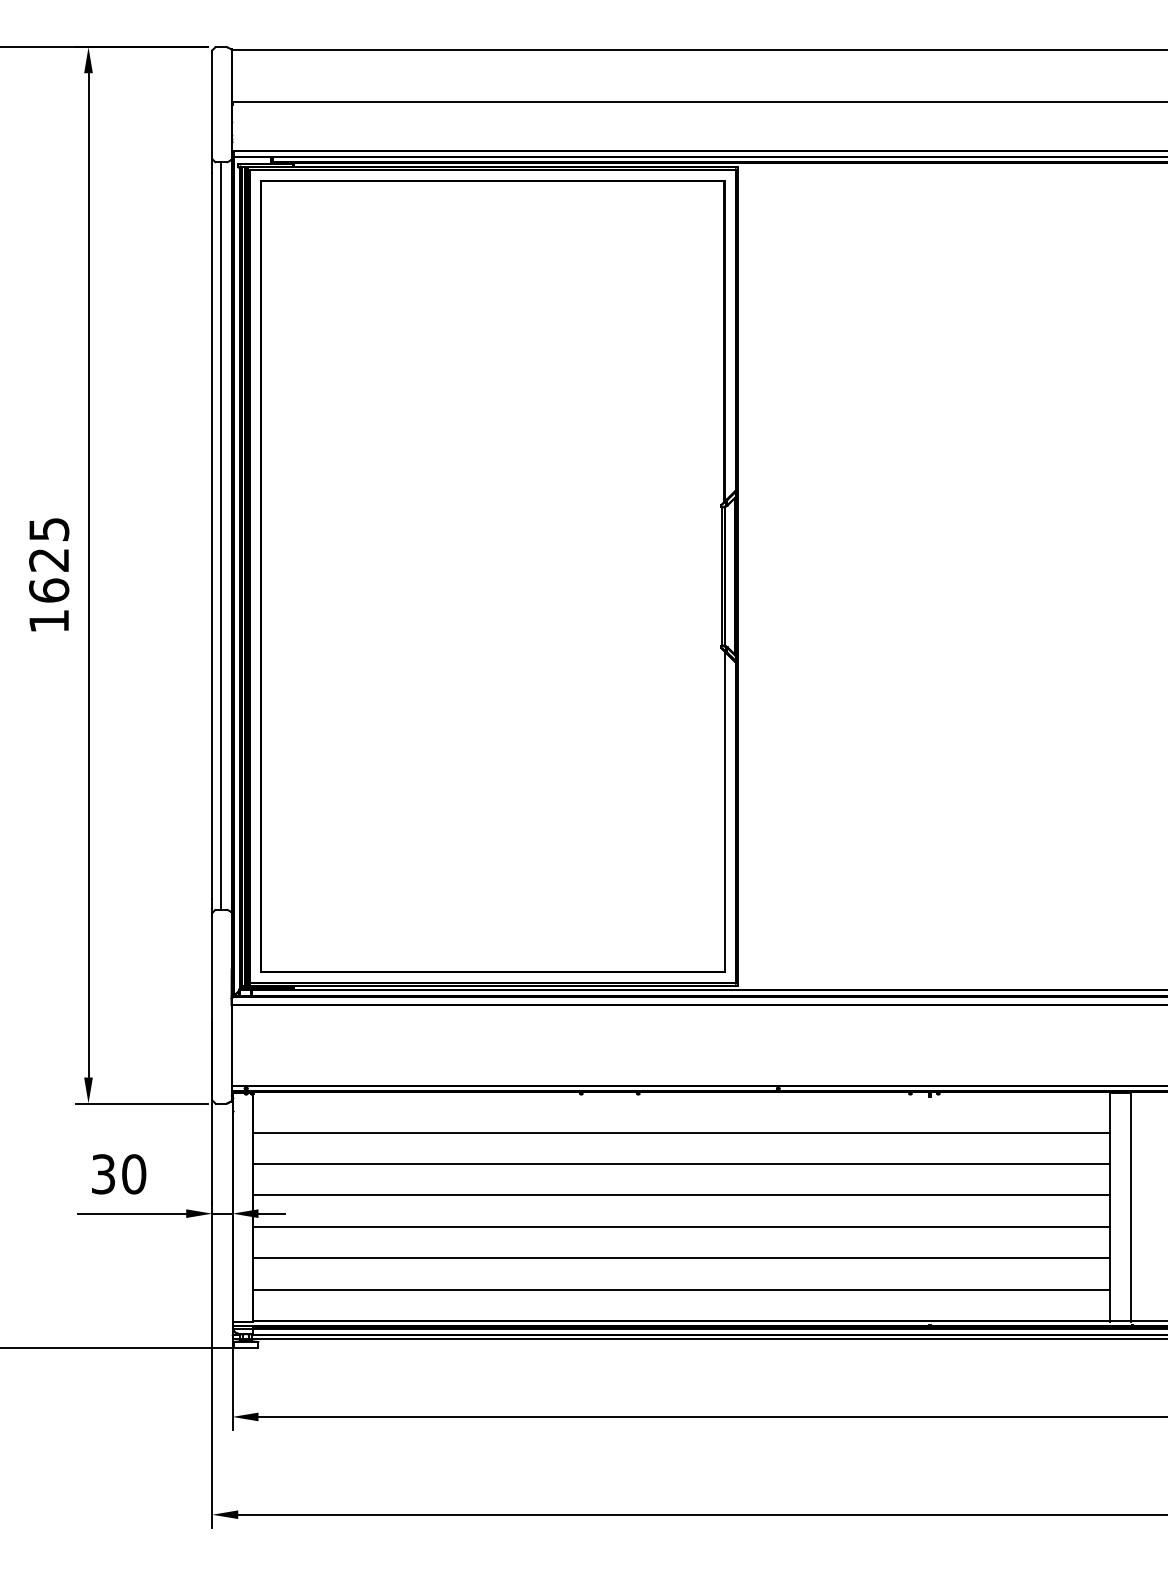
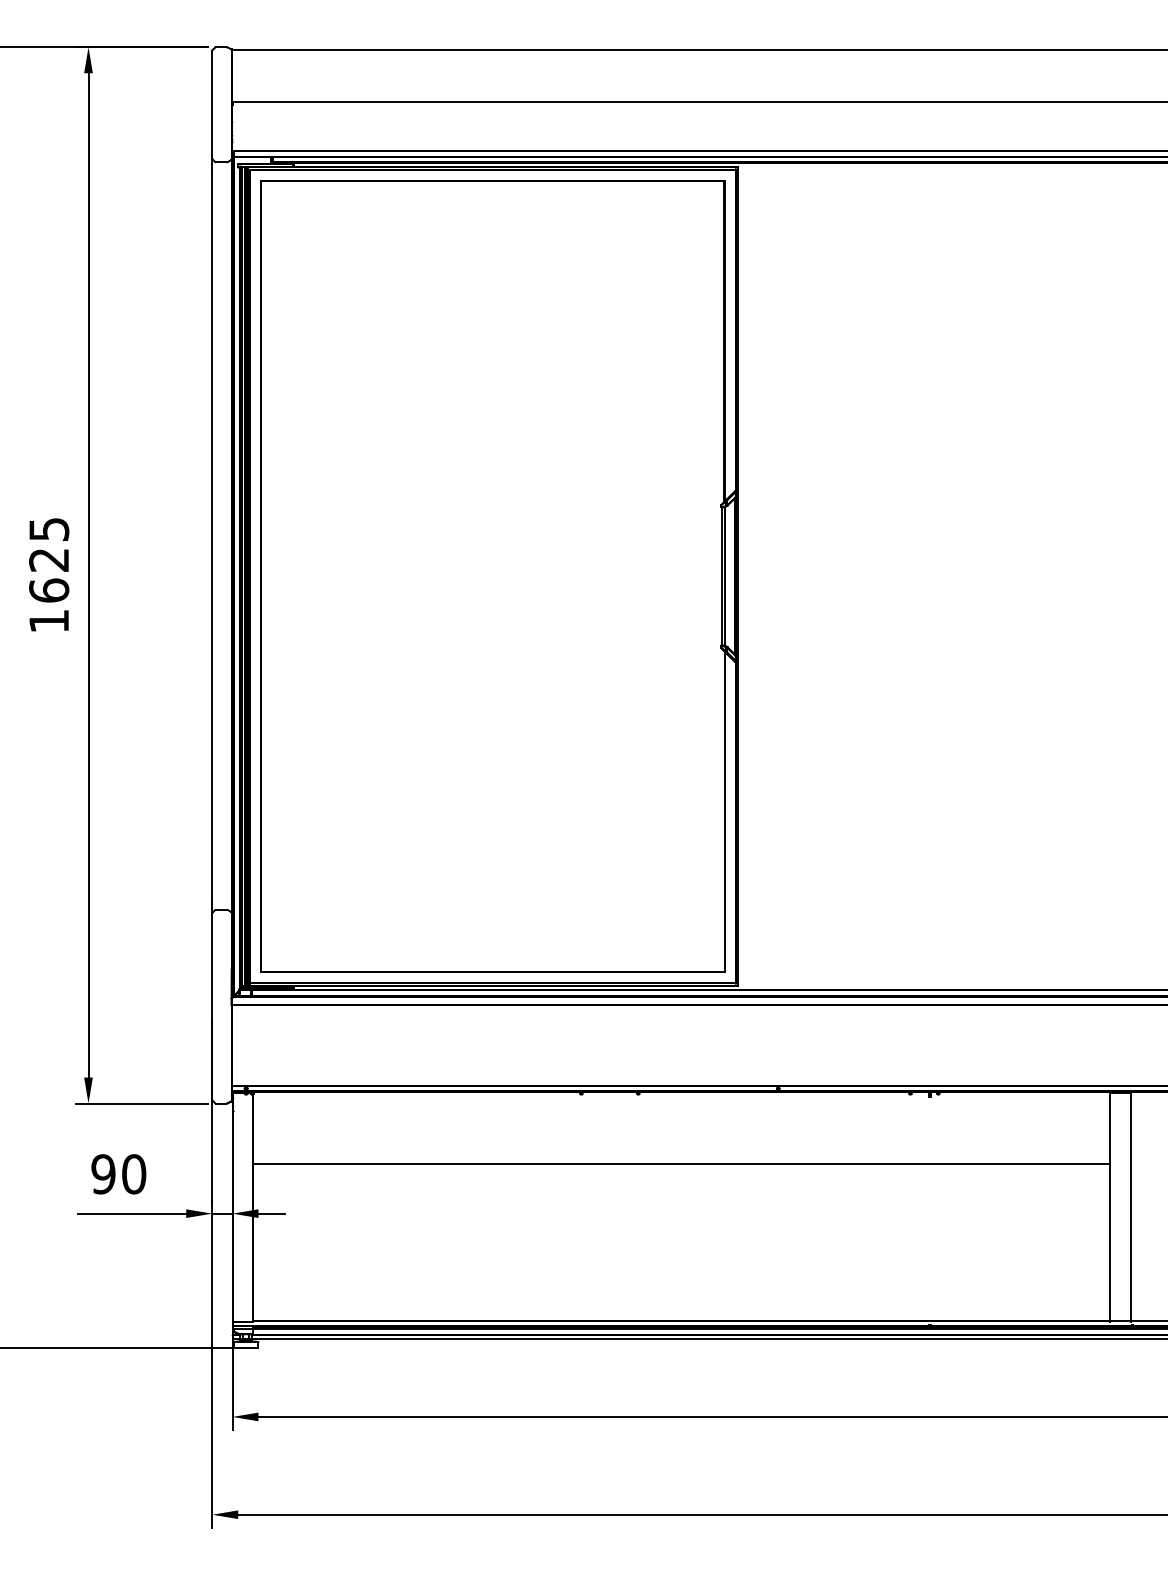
line at (221, 535): present -> none
line at (681, 1133): present -> none
text at (103, 1174): 30 -> 90
line at (681, 1195): present -> none
line at (681, 1226): present -> none
line at (681, 1258): present -> none
line at (681, 1289): present -> none
